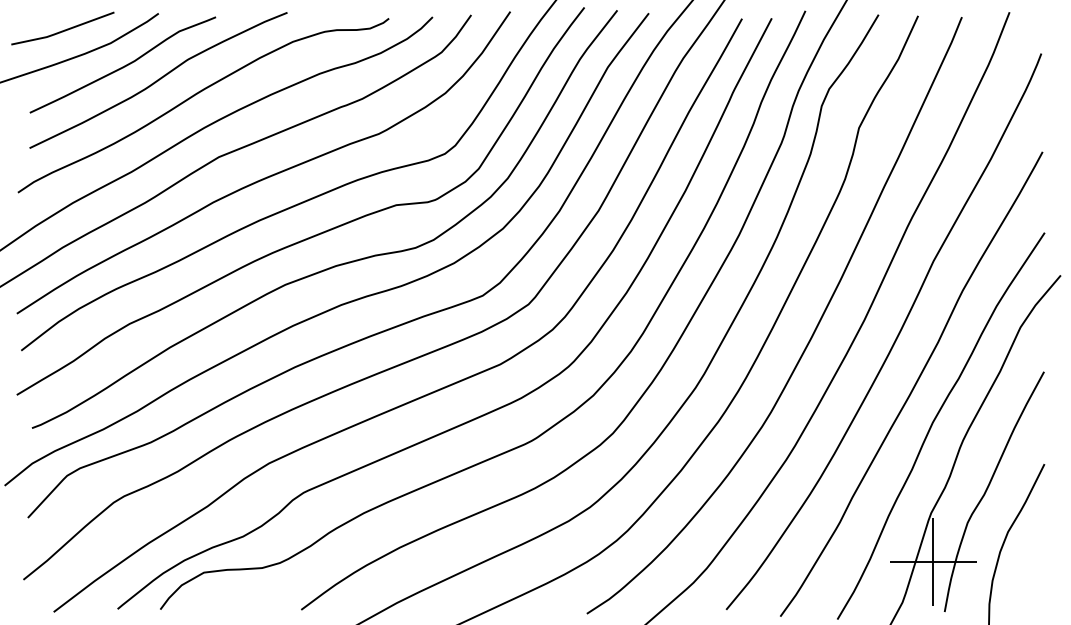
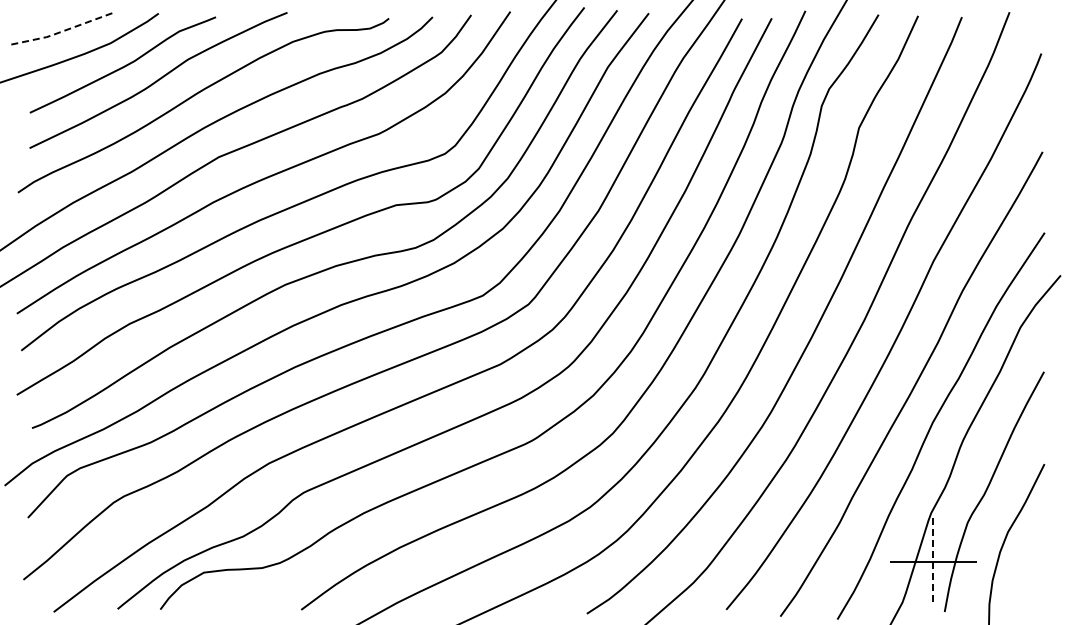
line at (62, 31): solid -> dashed
line at (933, 561): solid -> dashed
